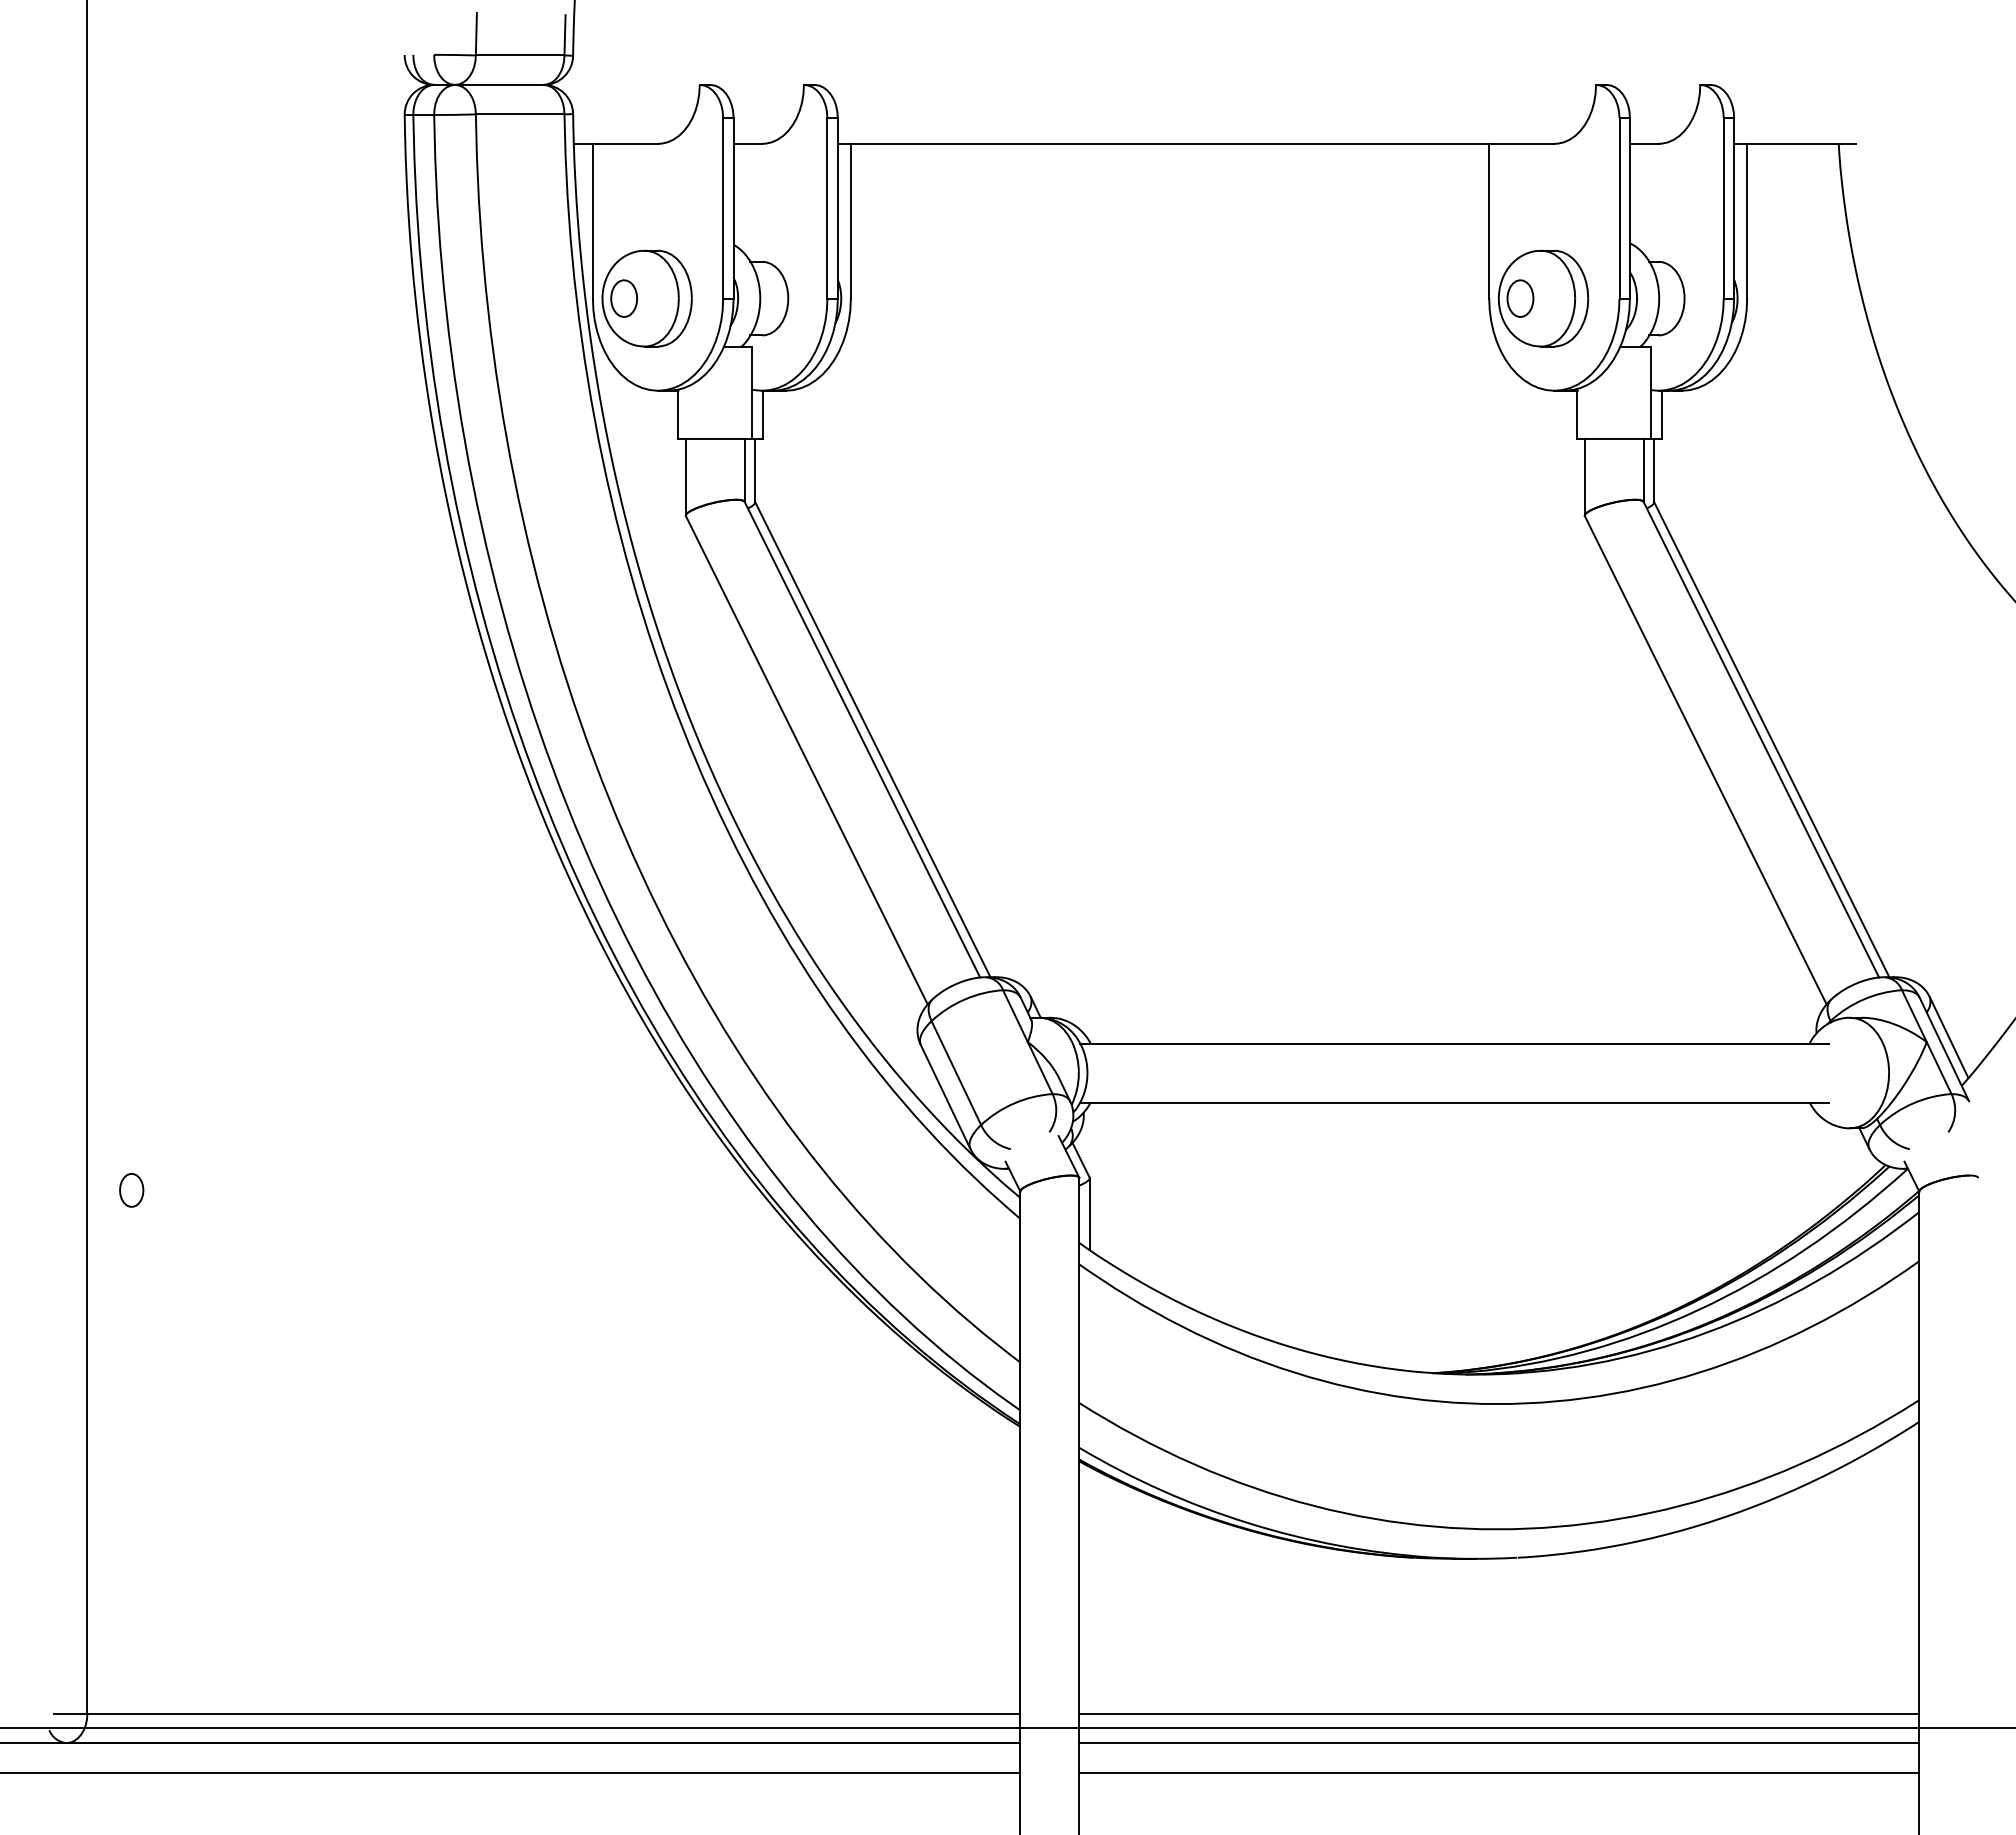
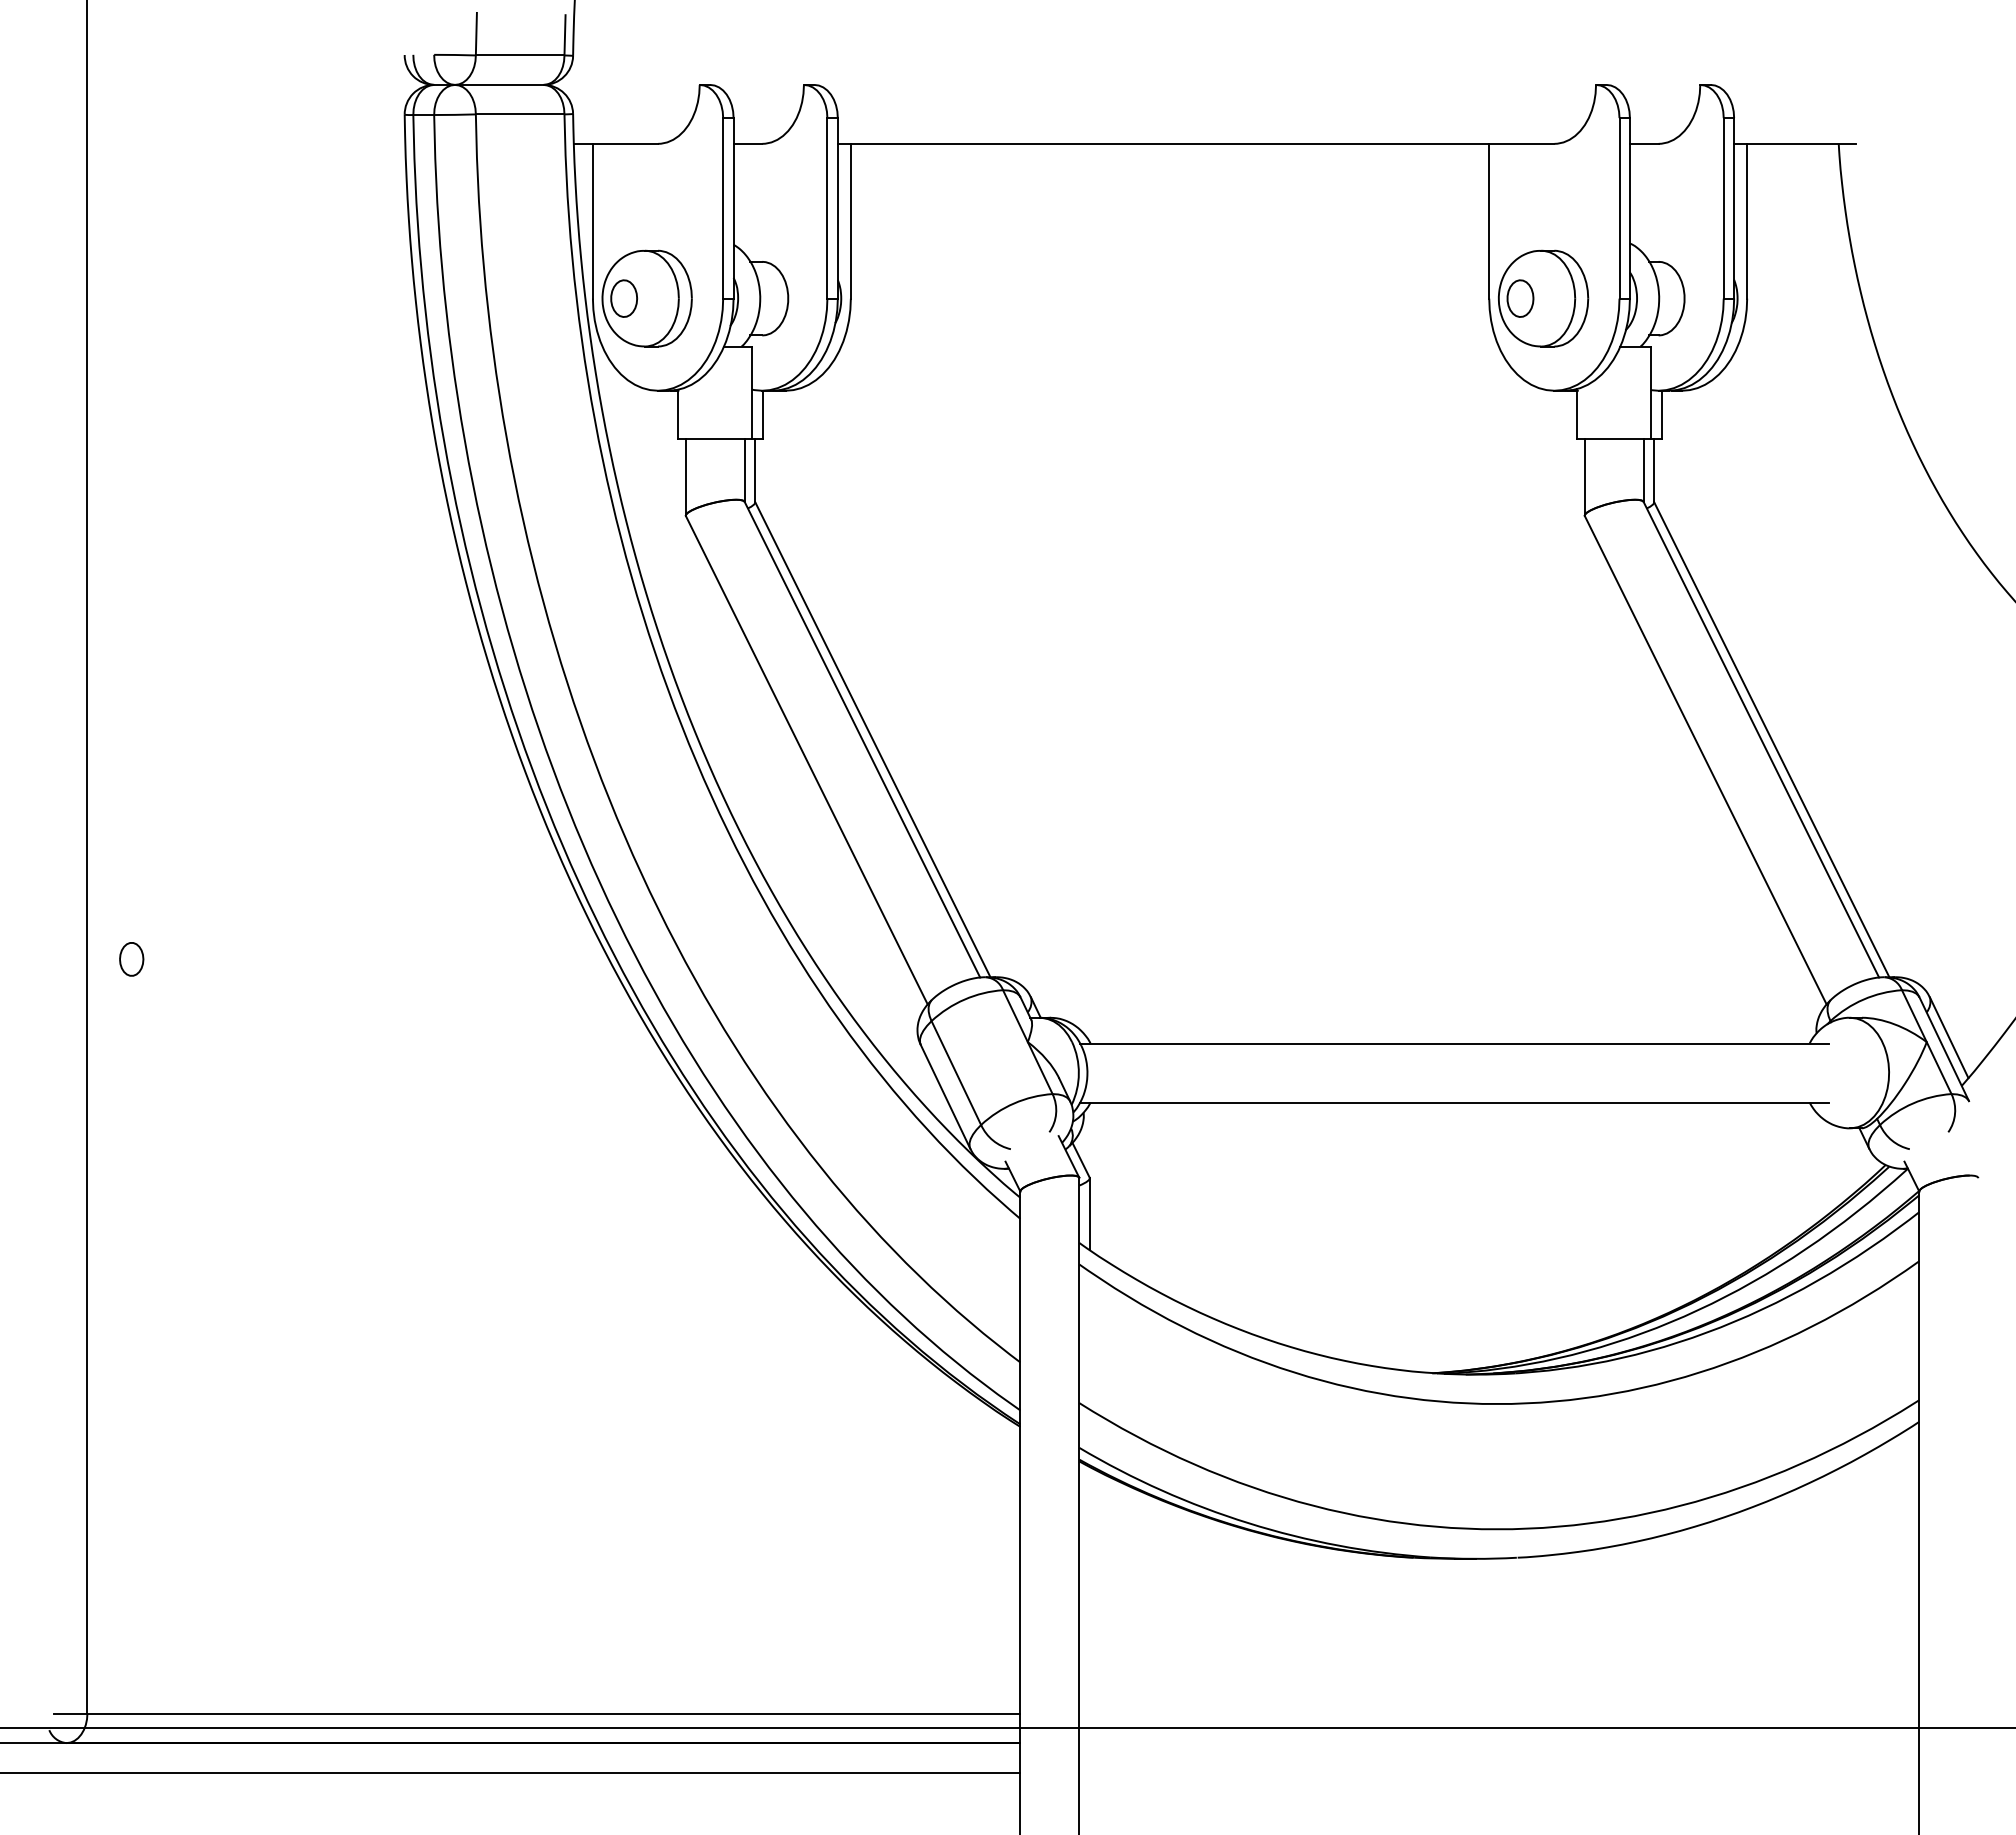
part at (131, 1190) position: (131, 1190) -> (131, 959)
line at (1499, 1713): present -> none
line at (1499, 1743): present -> none
line at (1499, 1772): present -> none
